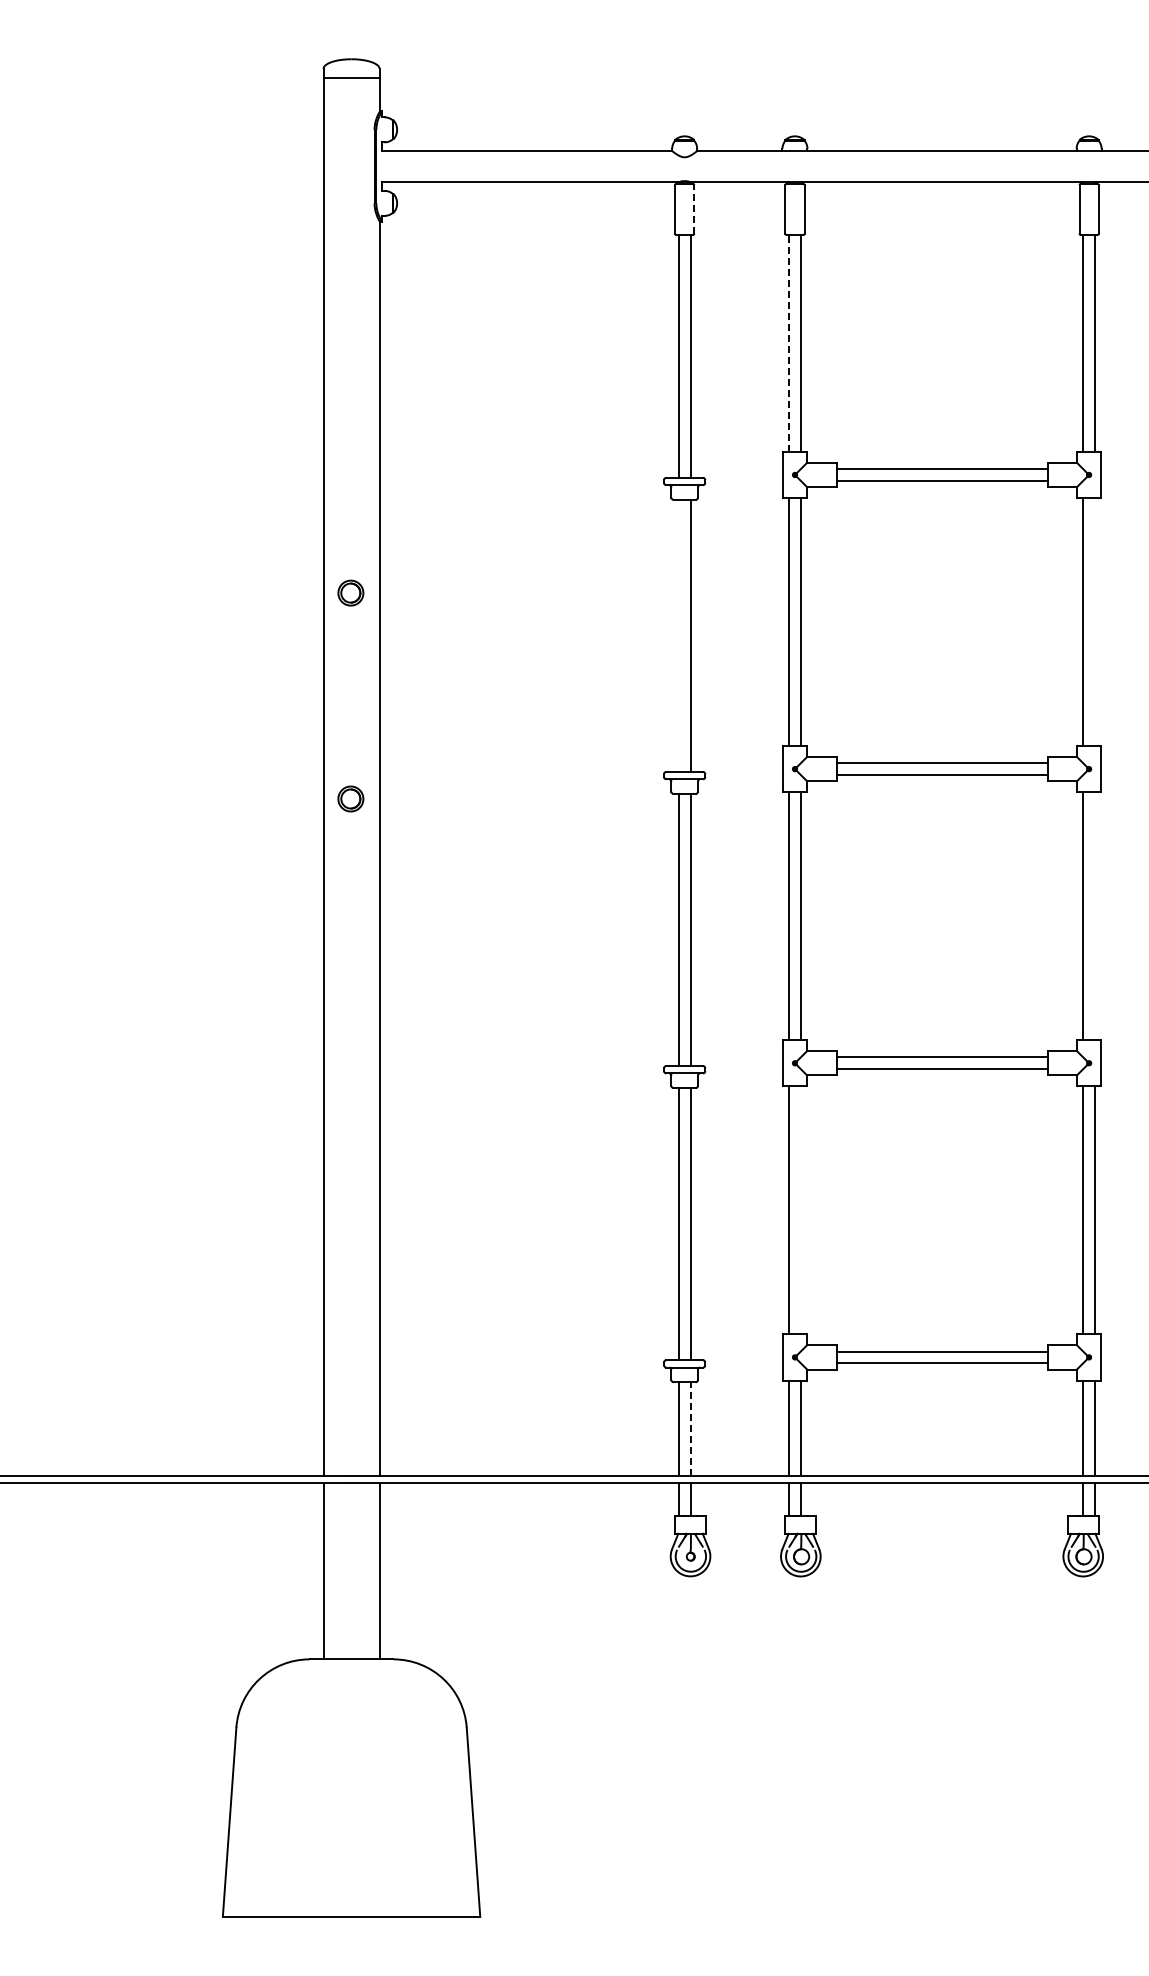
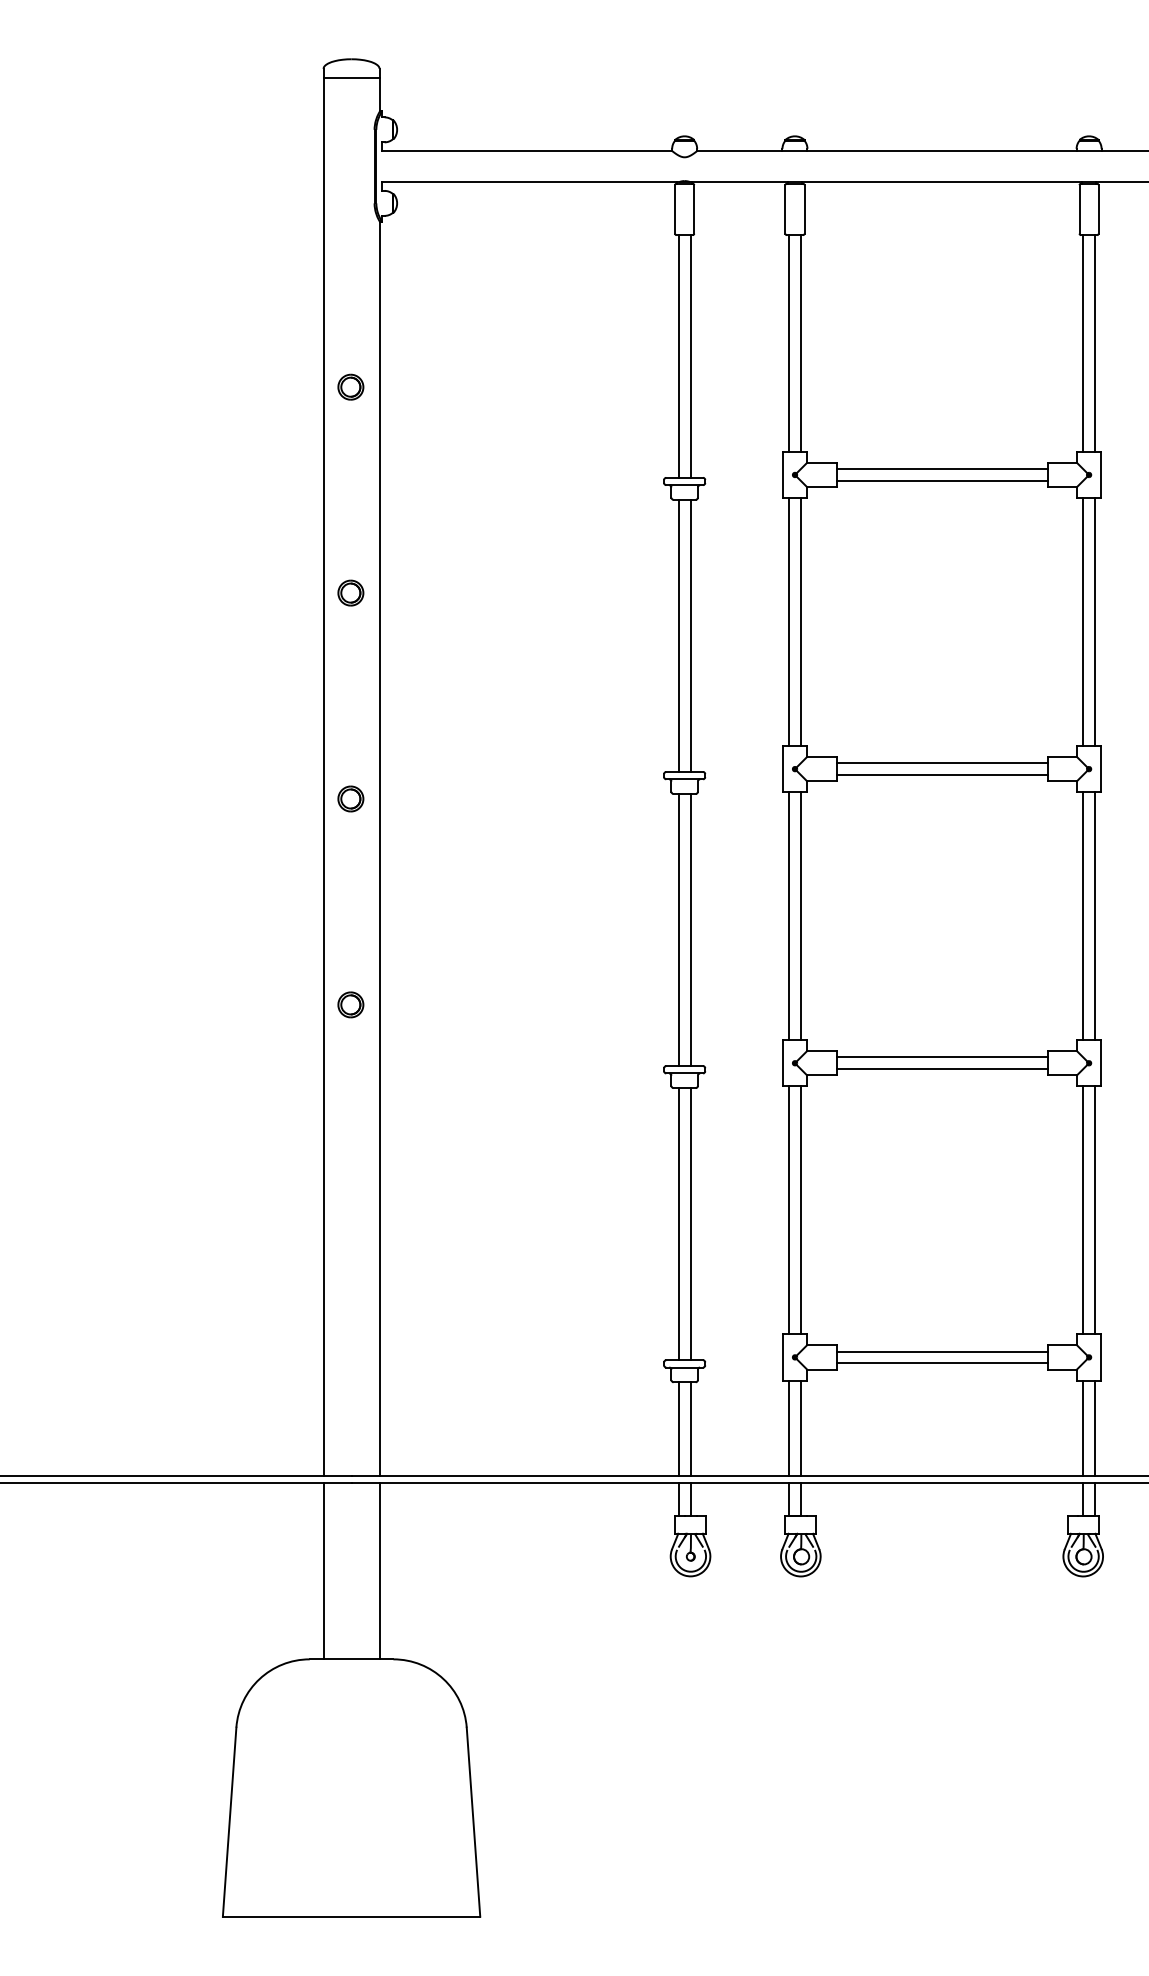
line at (694, 208): dashed -> solid
line at (789, 343): dashed -> solid
part at (350, 386): none -> present
line at (1094, 621): none -> present
line at (678, 635): none -> present
line at (1094, 916): none -> present
part at (350, 1004): none -> present
line at (800, 1210): none -> present
line at (690, 1428): dashed -> solid
